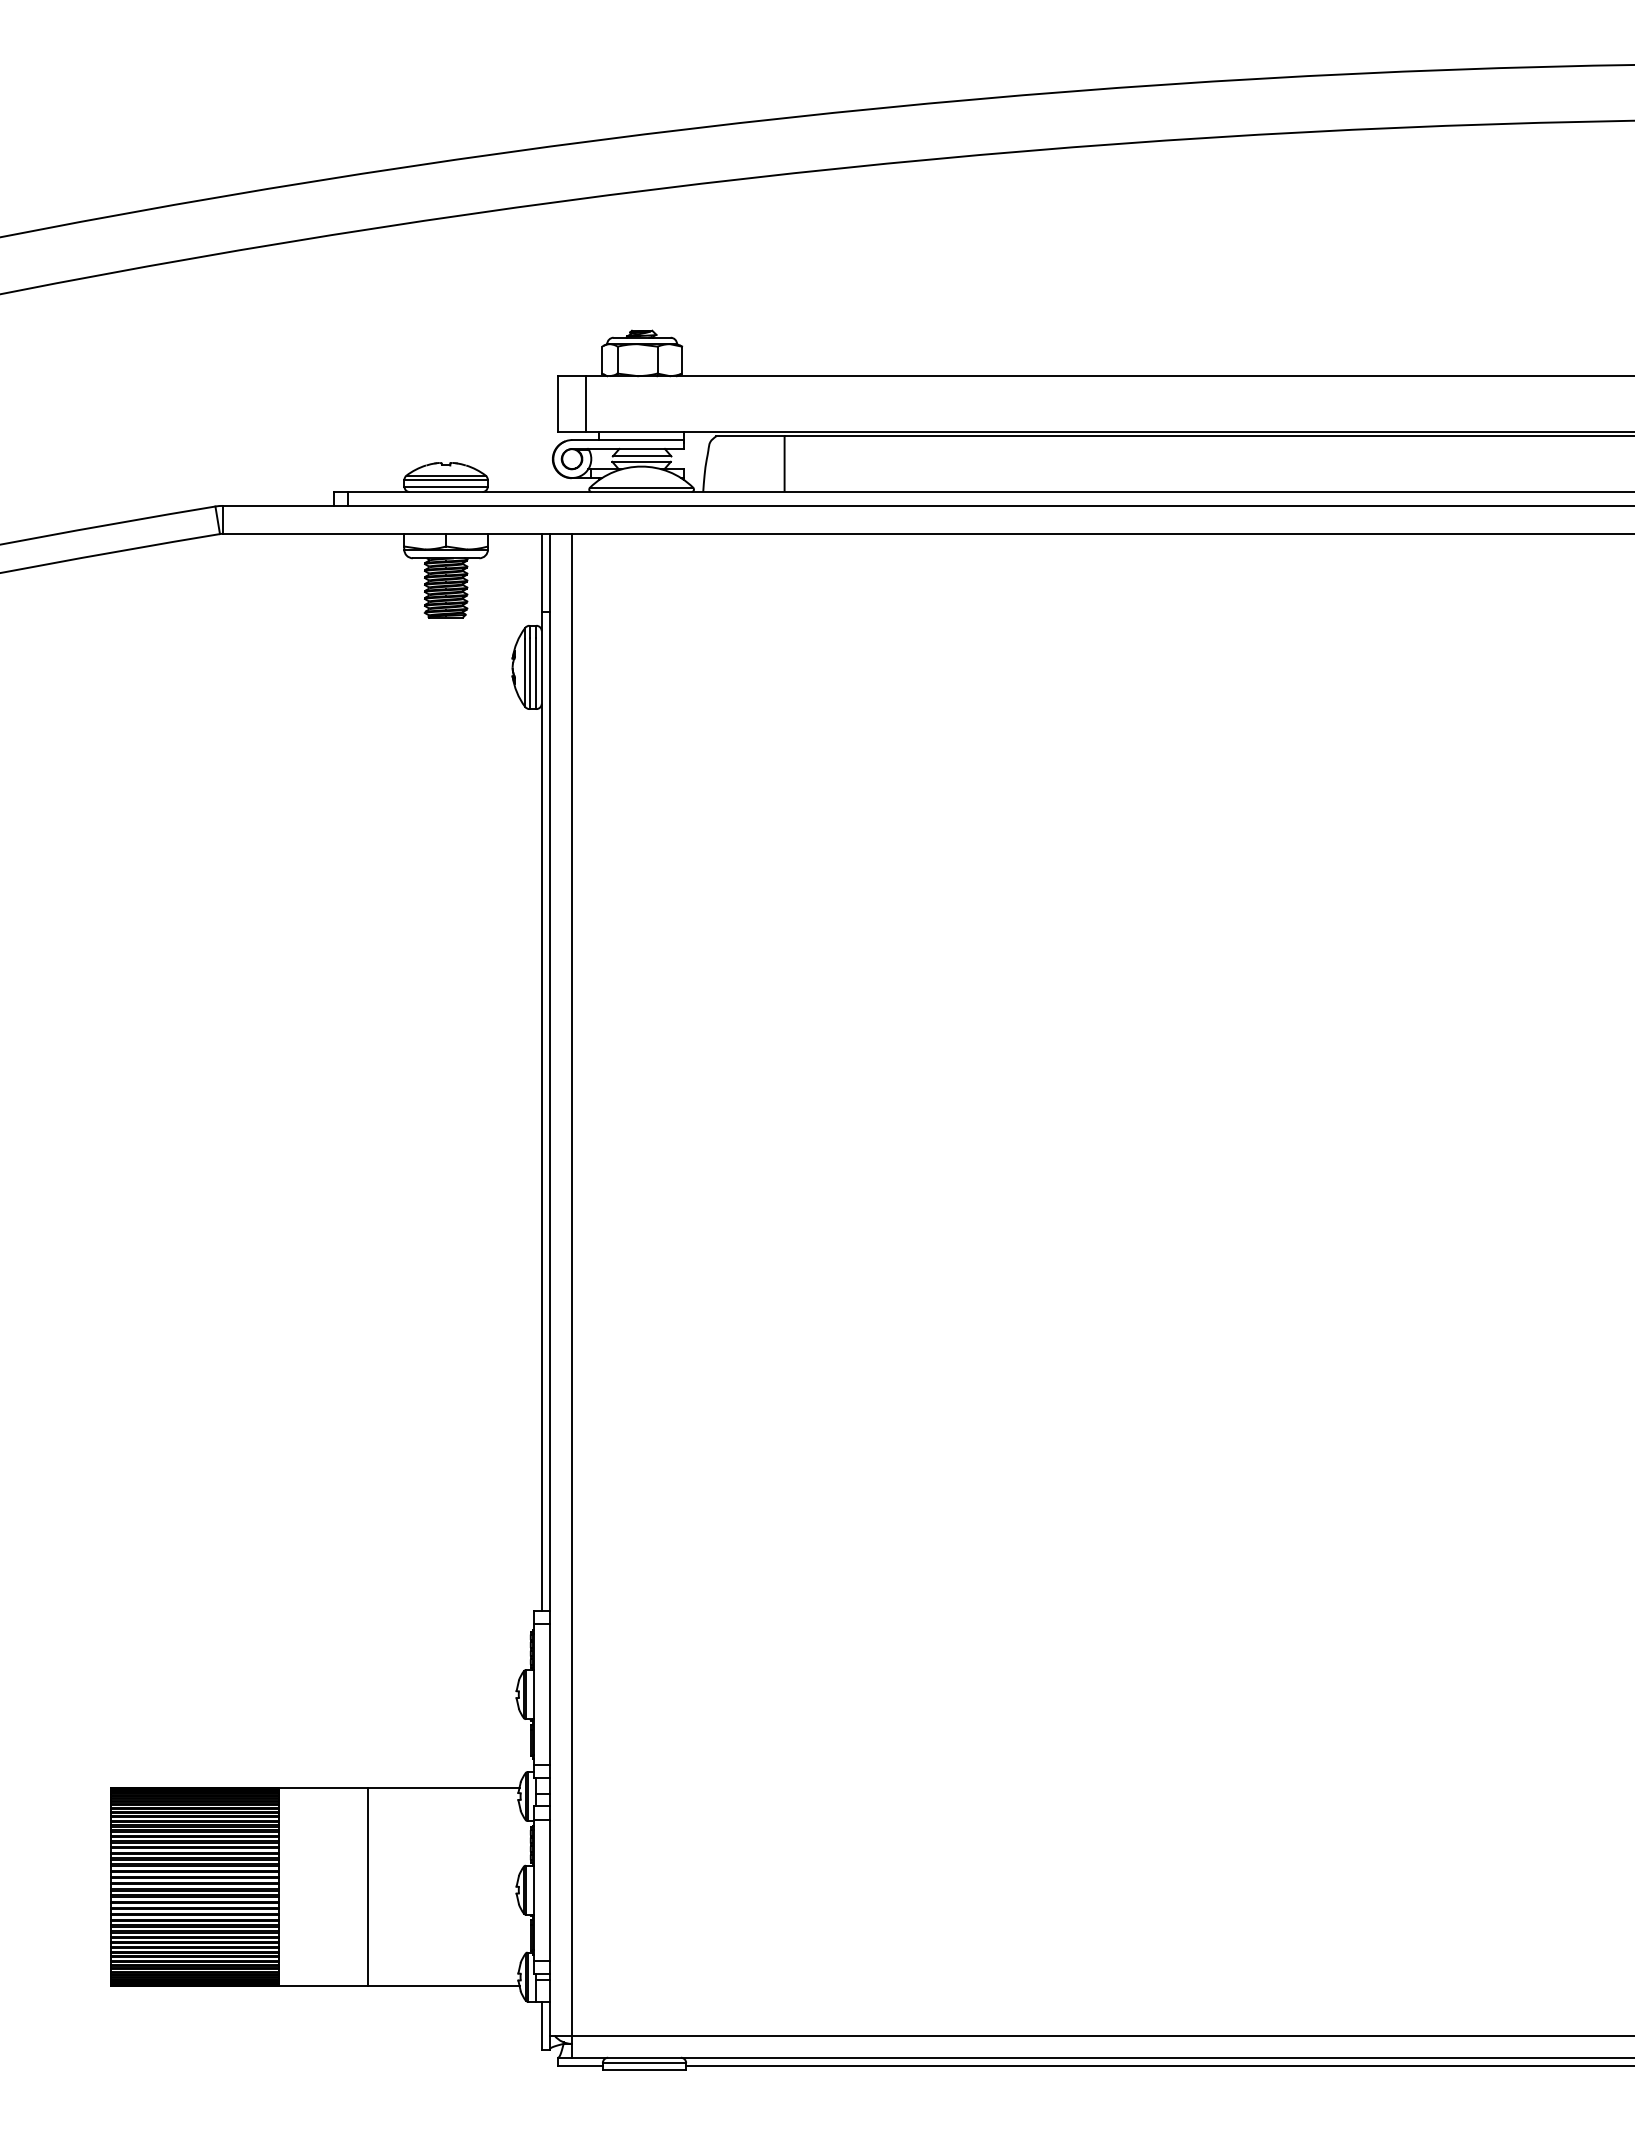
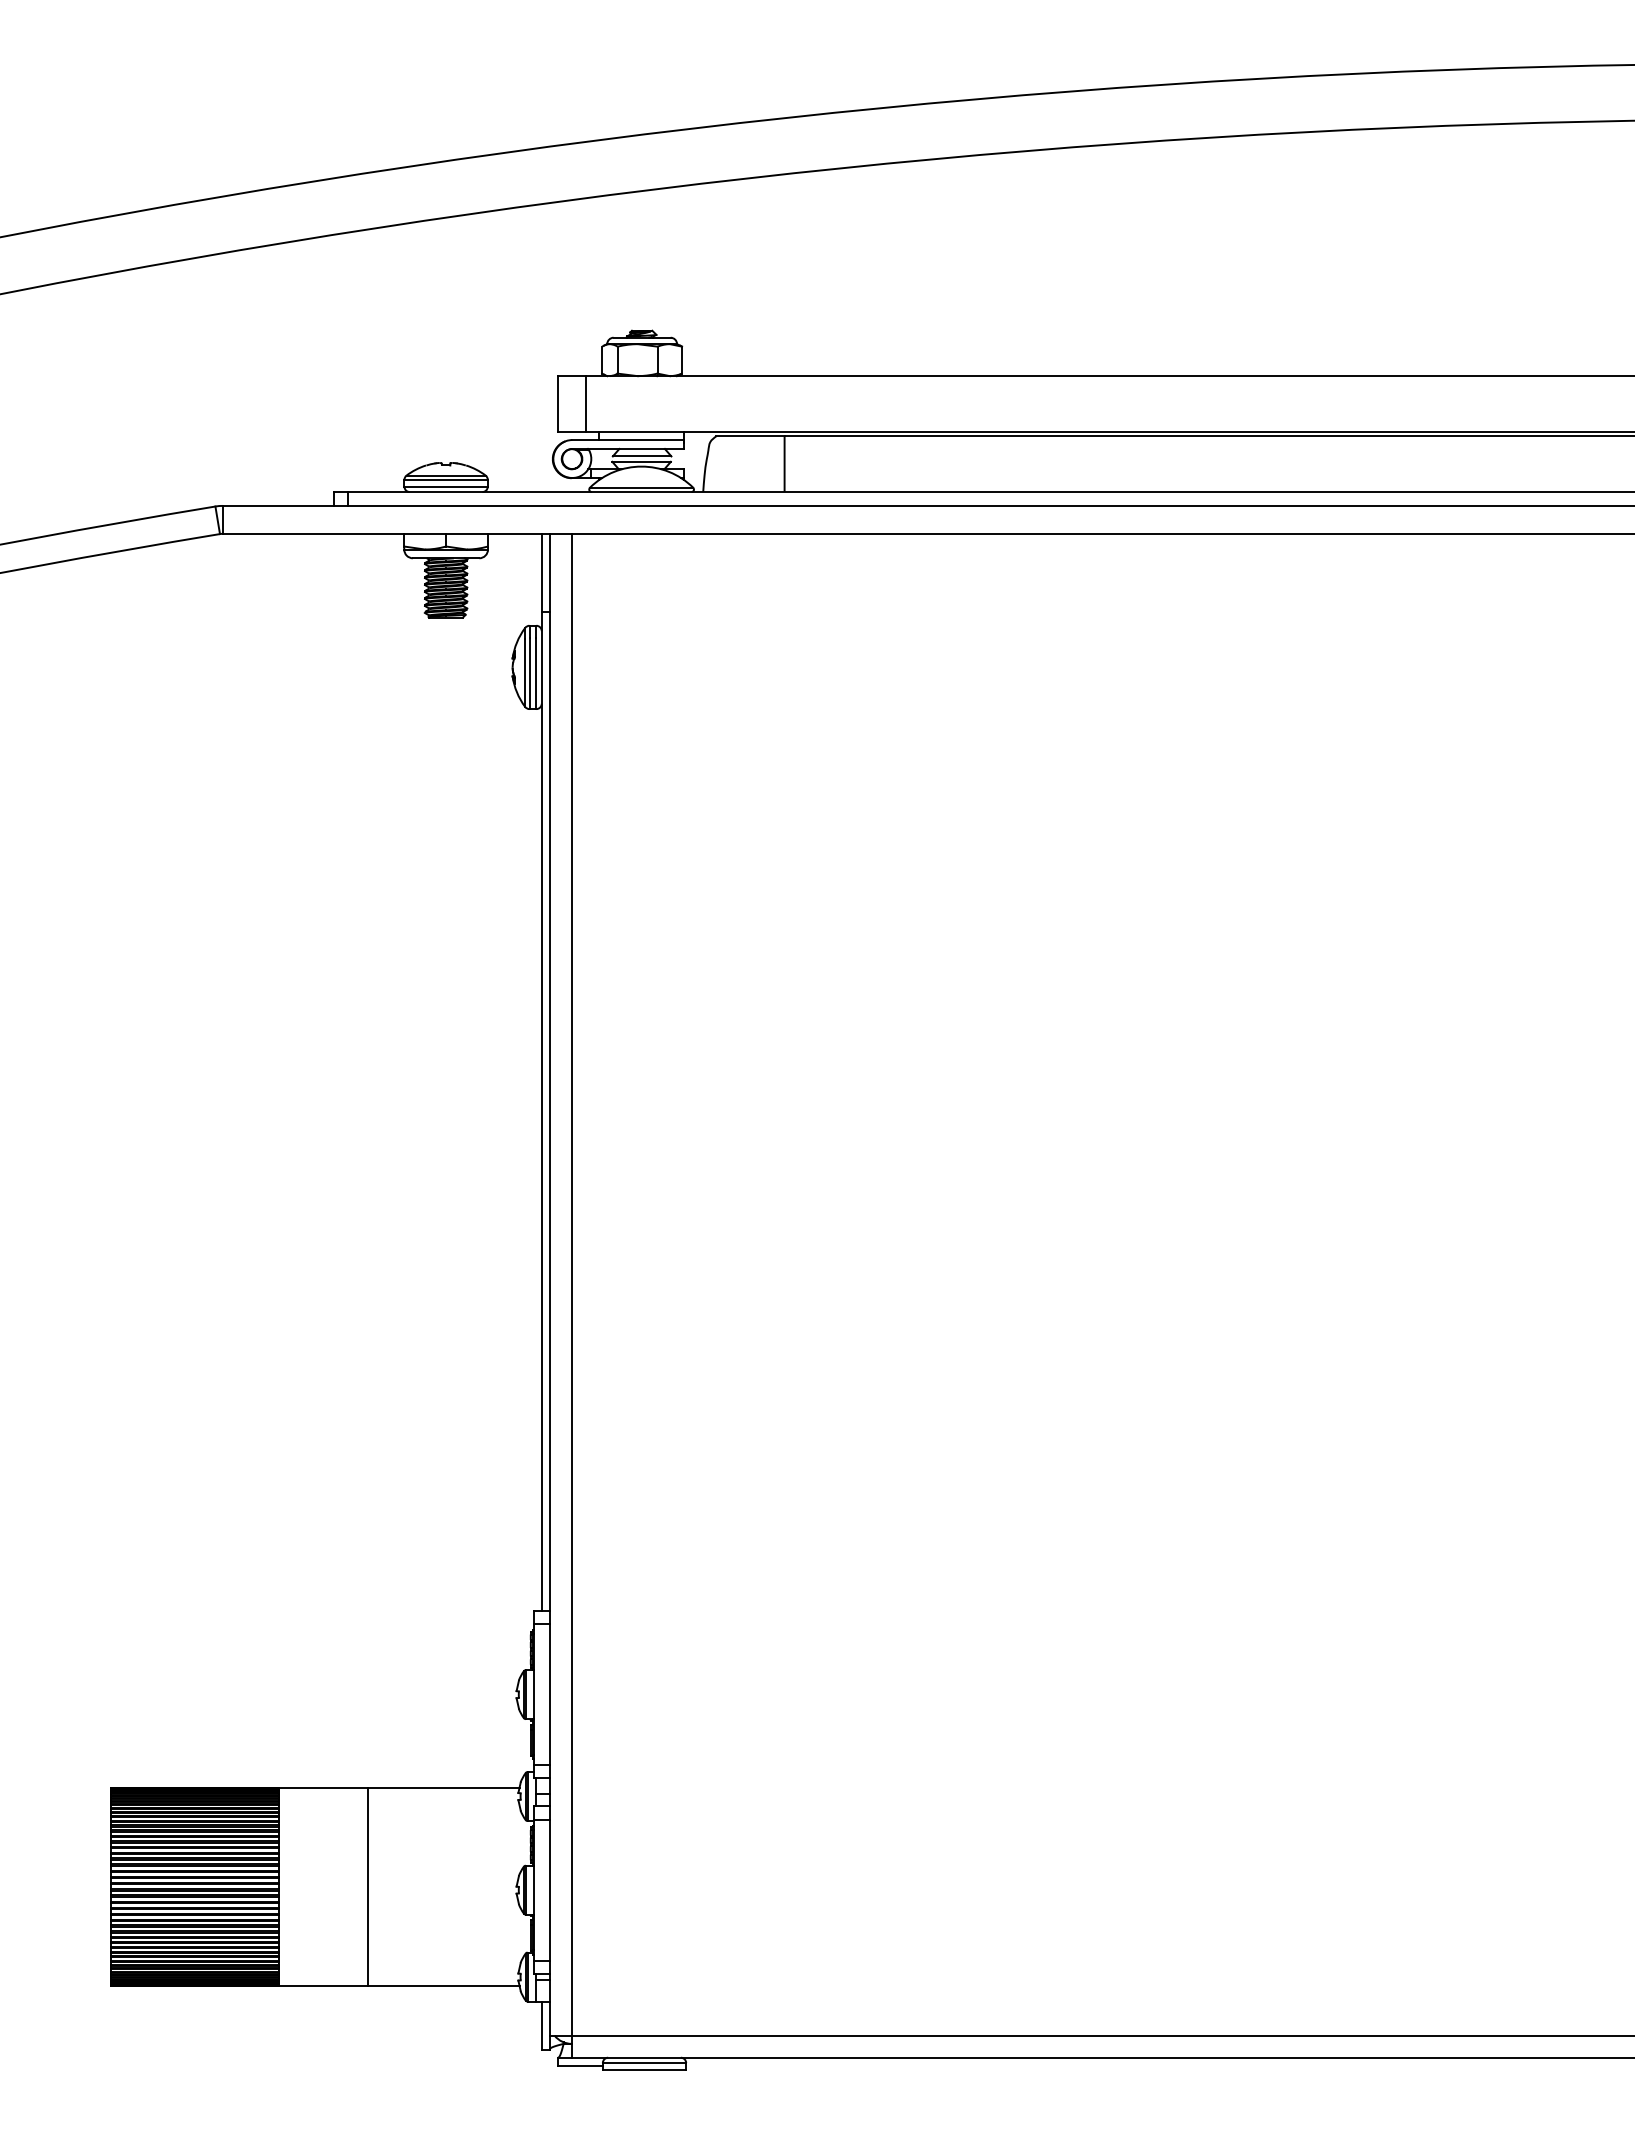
line at (1158, 2065): present -> none
